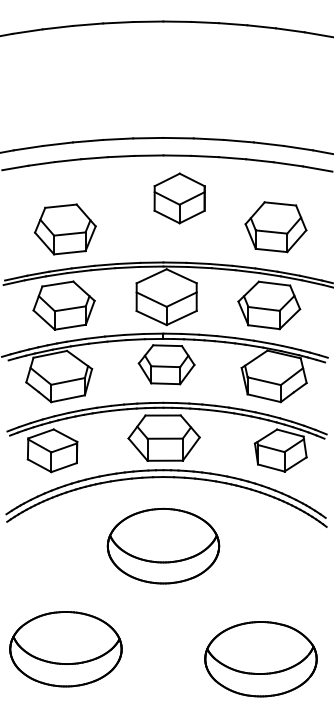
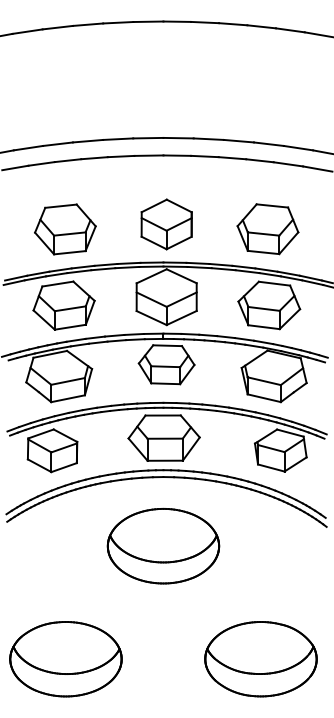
part at (179, 198) position: (179, 198) -> (166, 224)
part at (275, 227) position: (275, 227) -> (267, 229)
part at (65, 649) position: (65, 649) -> (65, 659)
